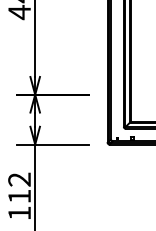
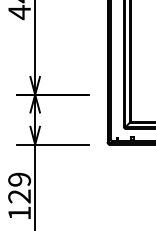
text at (19, 187): 112 -> 129
